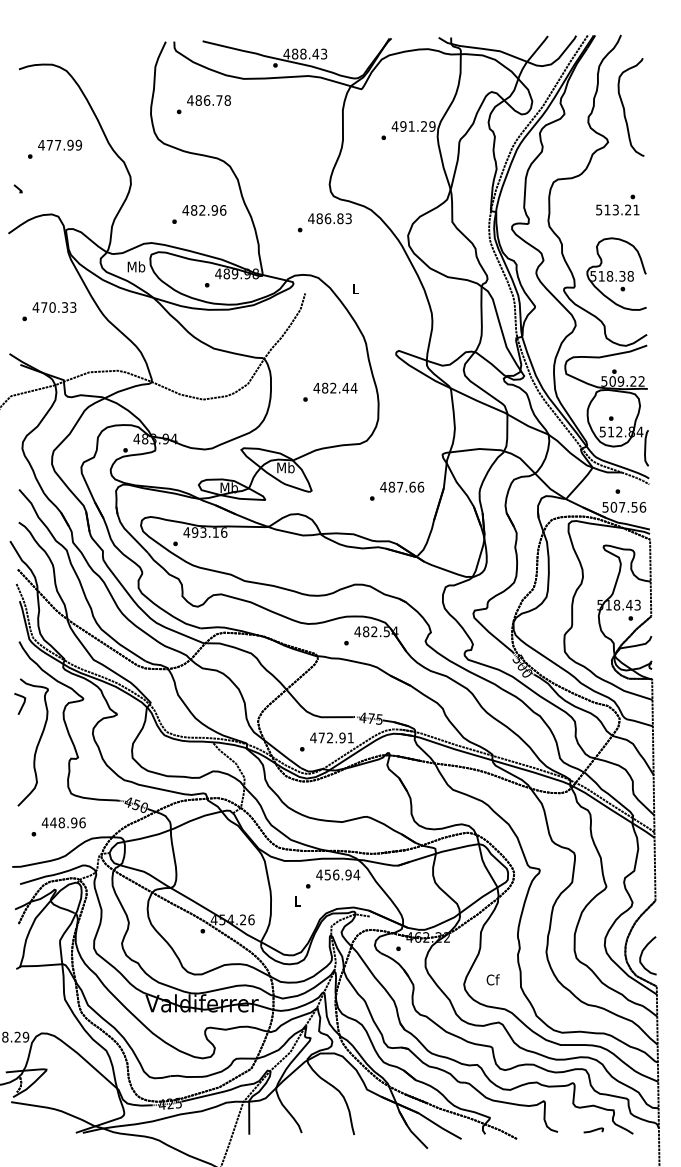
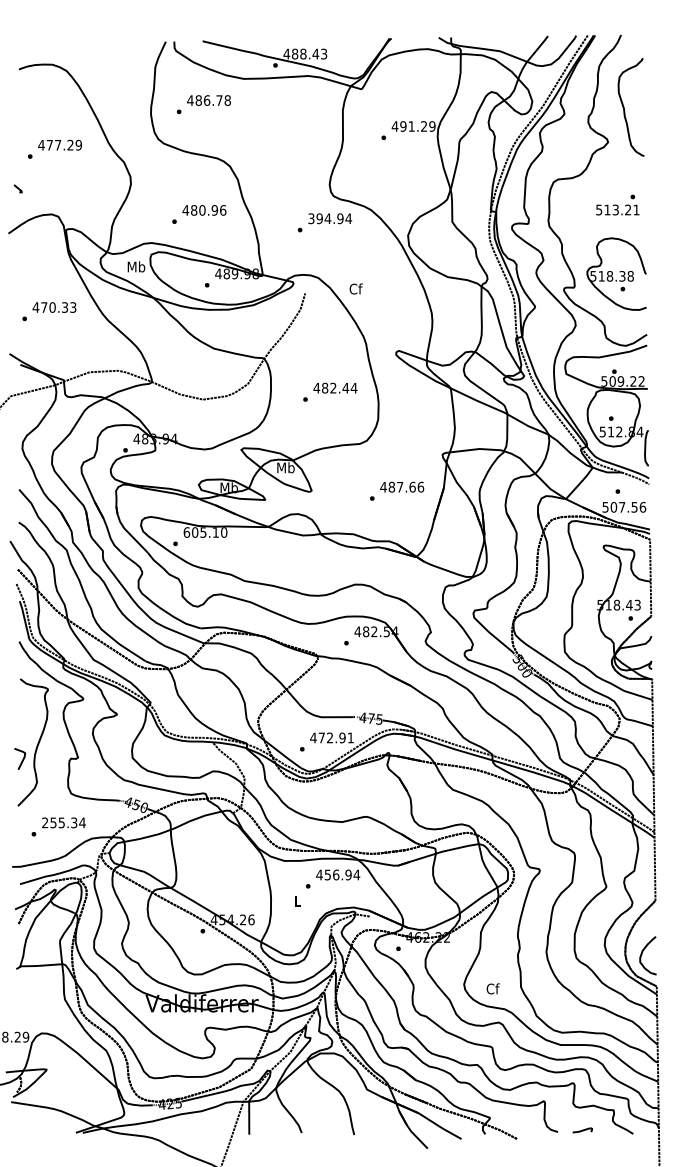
text at (70, 145): 477.99 -> 477.29
text at (202, 210): 482.96 -> 480.96
text at (330, 218): 486.83 -> 394.94
text at (355, 288): L -> Cf
text at (205, 532): 493.16 -> 605.10
line at (22, 703) position: (22, 703) -> (22, 758)
text at (63, 822): 448.96 -> 255.34
text at (492, 979) position: (492, 979) -> (492, 988)
curve at (593, 1130) position: (593, 1130) -> (582, 1130)
